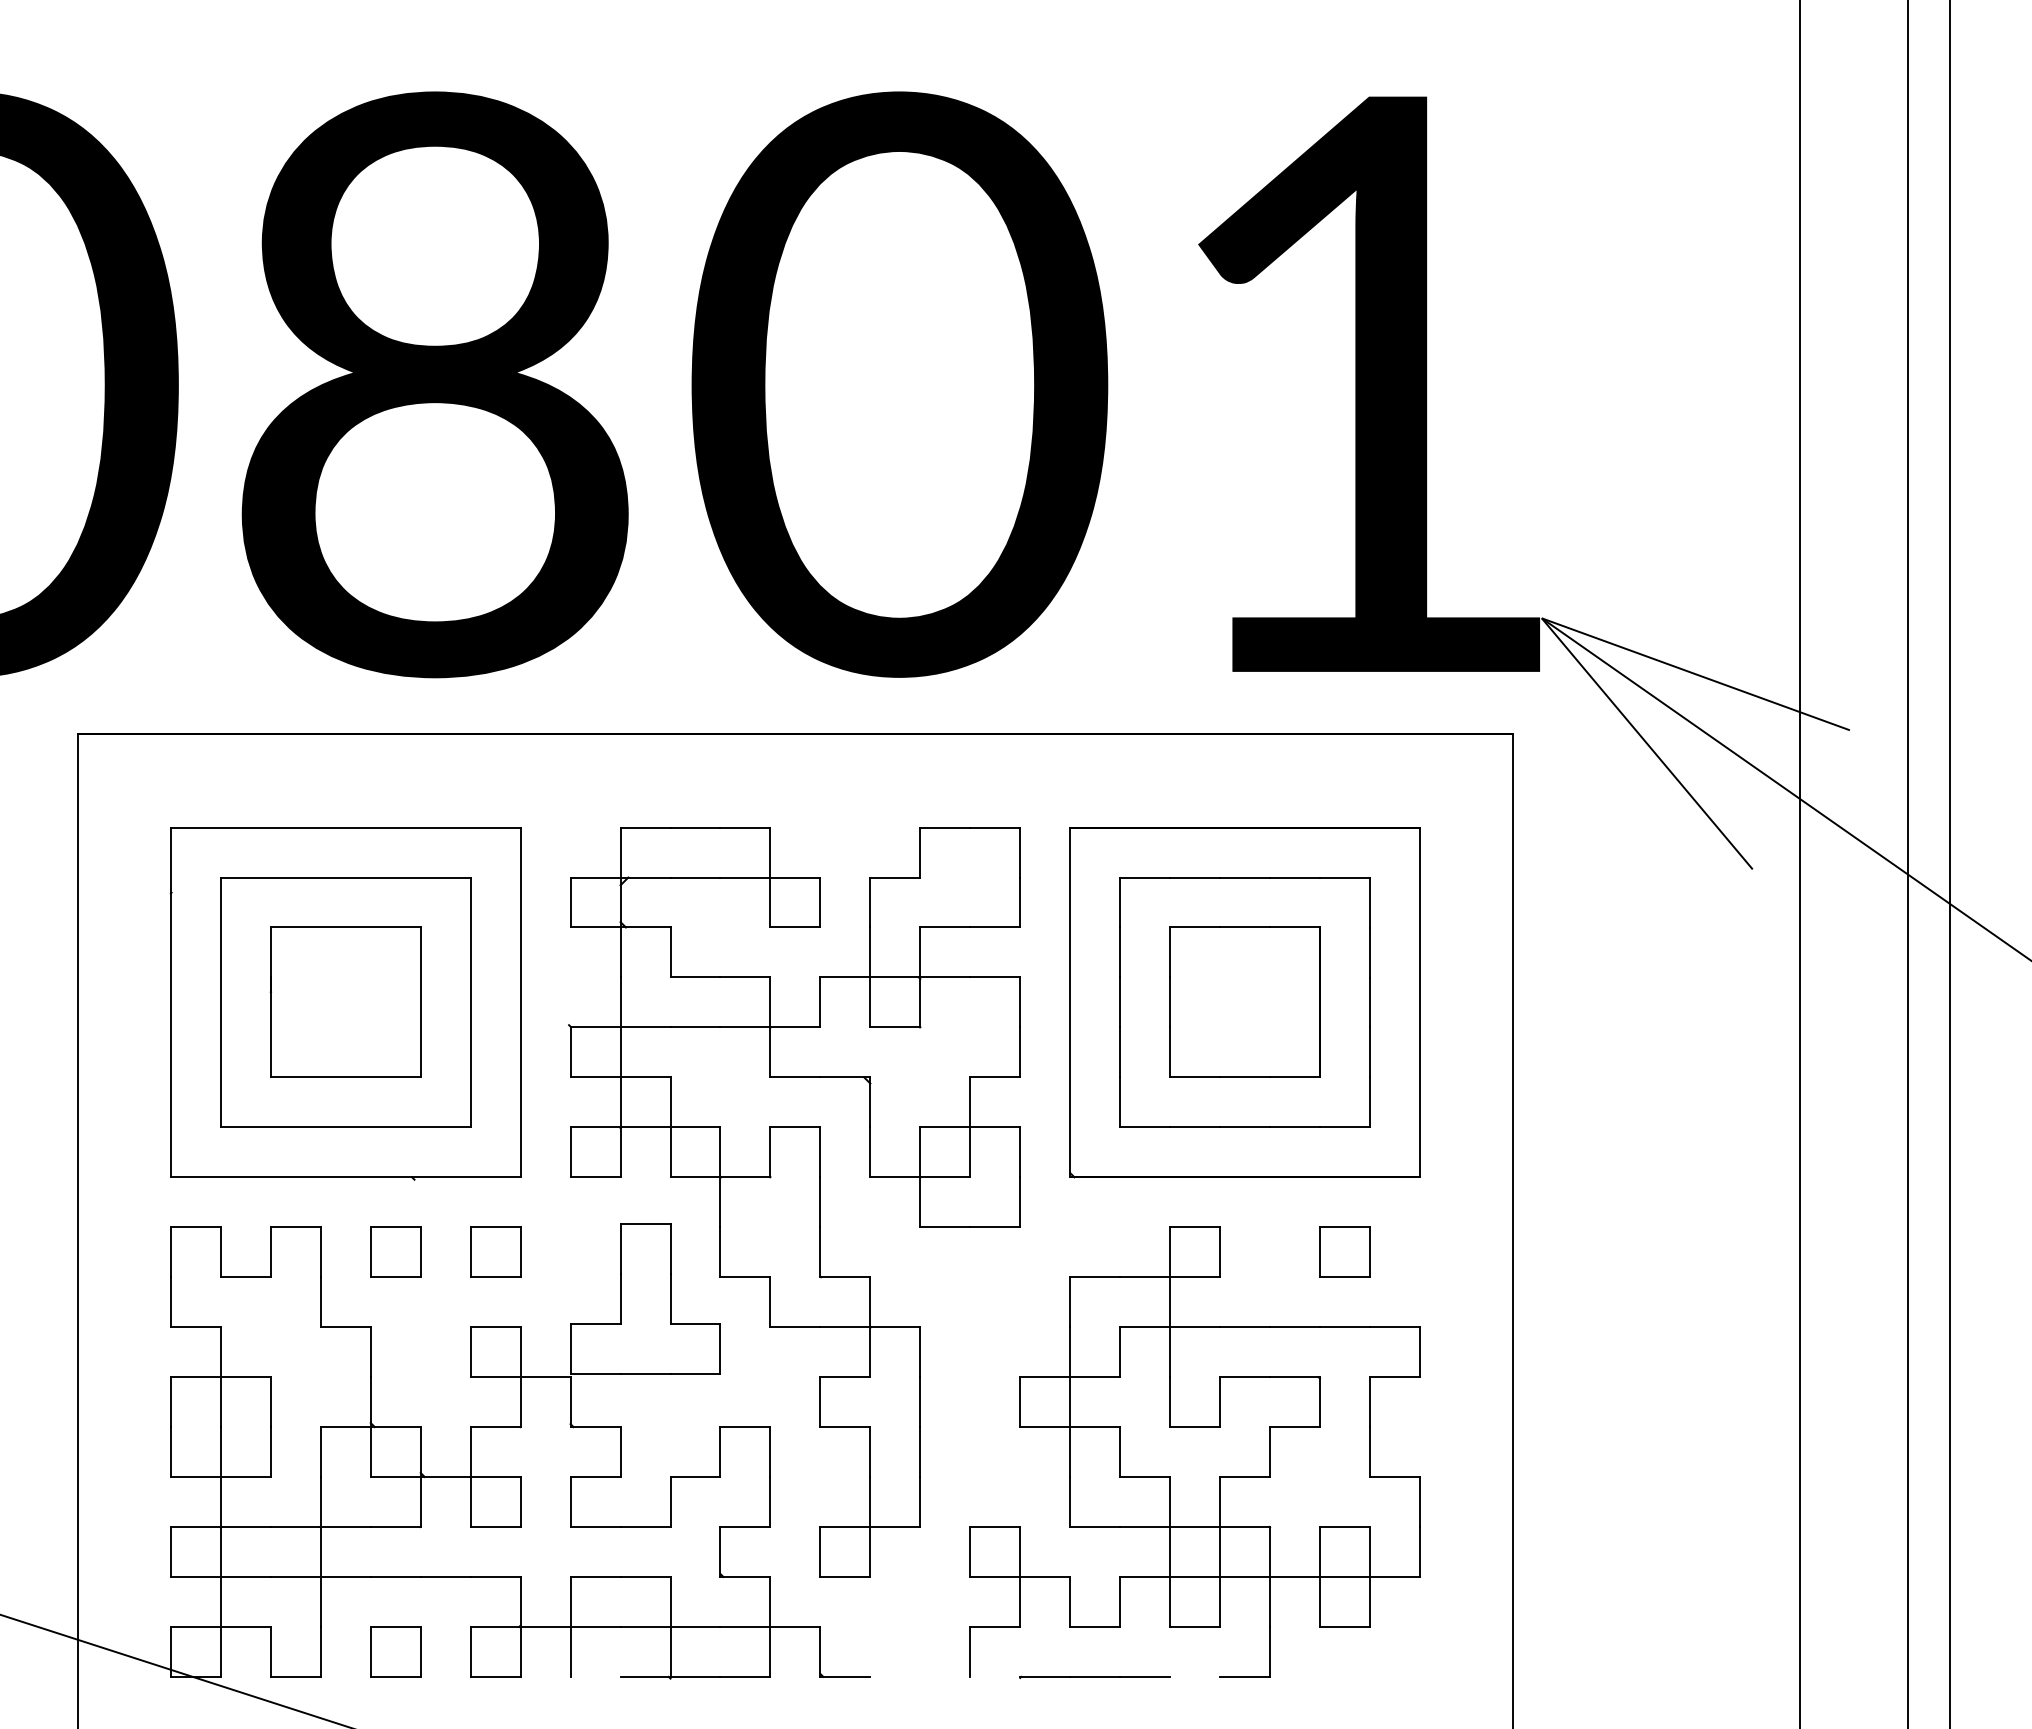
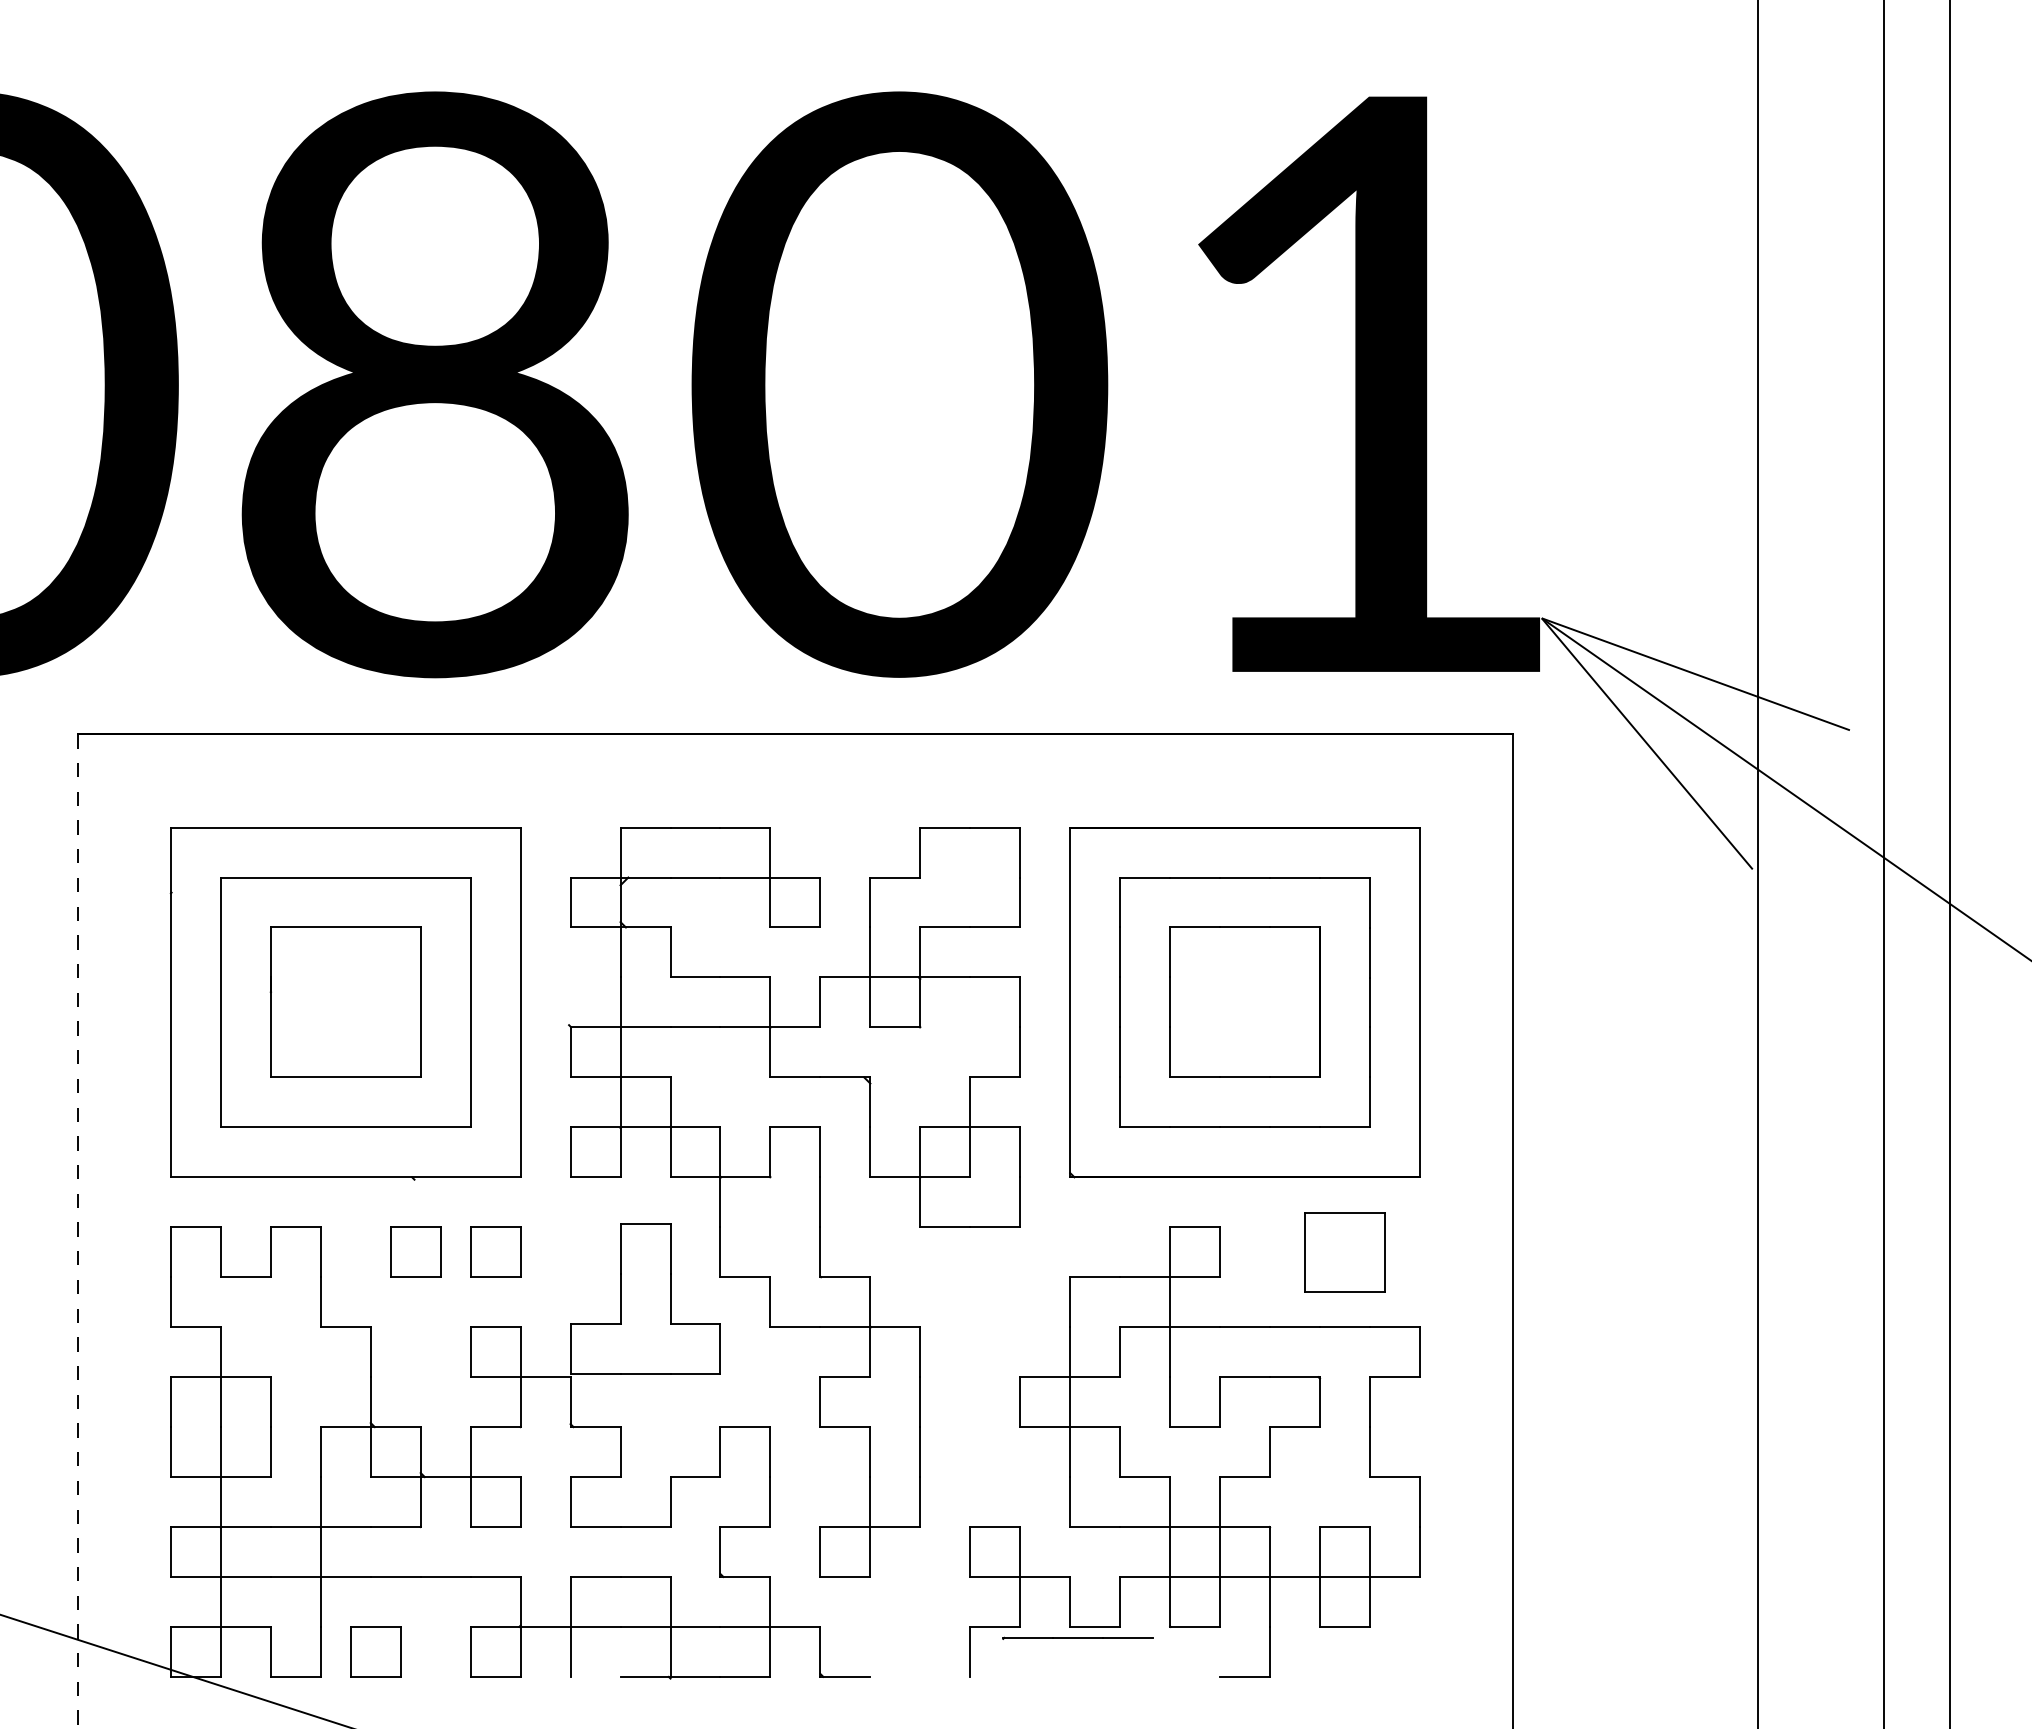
line at (1800, 863) position: (1800, 863) -> (1758, 863)
line at (1908, 863) position: (1908, 863) -> (1884, 863)
line at (77, 1231): solid -> dashed
part at (395, 1251) position: (395, 1251) -> (415, 1251)
part at (1344, 1251) size: 52x52 px -> 82x81 px
part at (395, 1651) position: (395, 1651) -> (375, 1651)
part at (1094, 1676) position: (1094, 1676) -> (1077, 1637)
